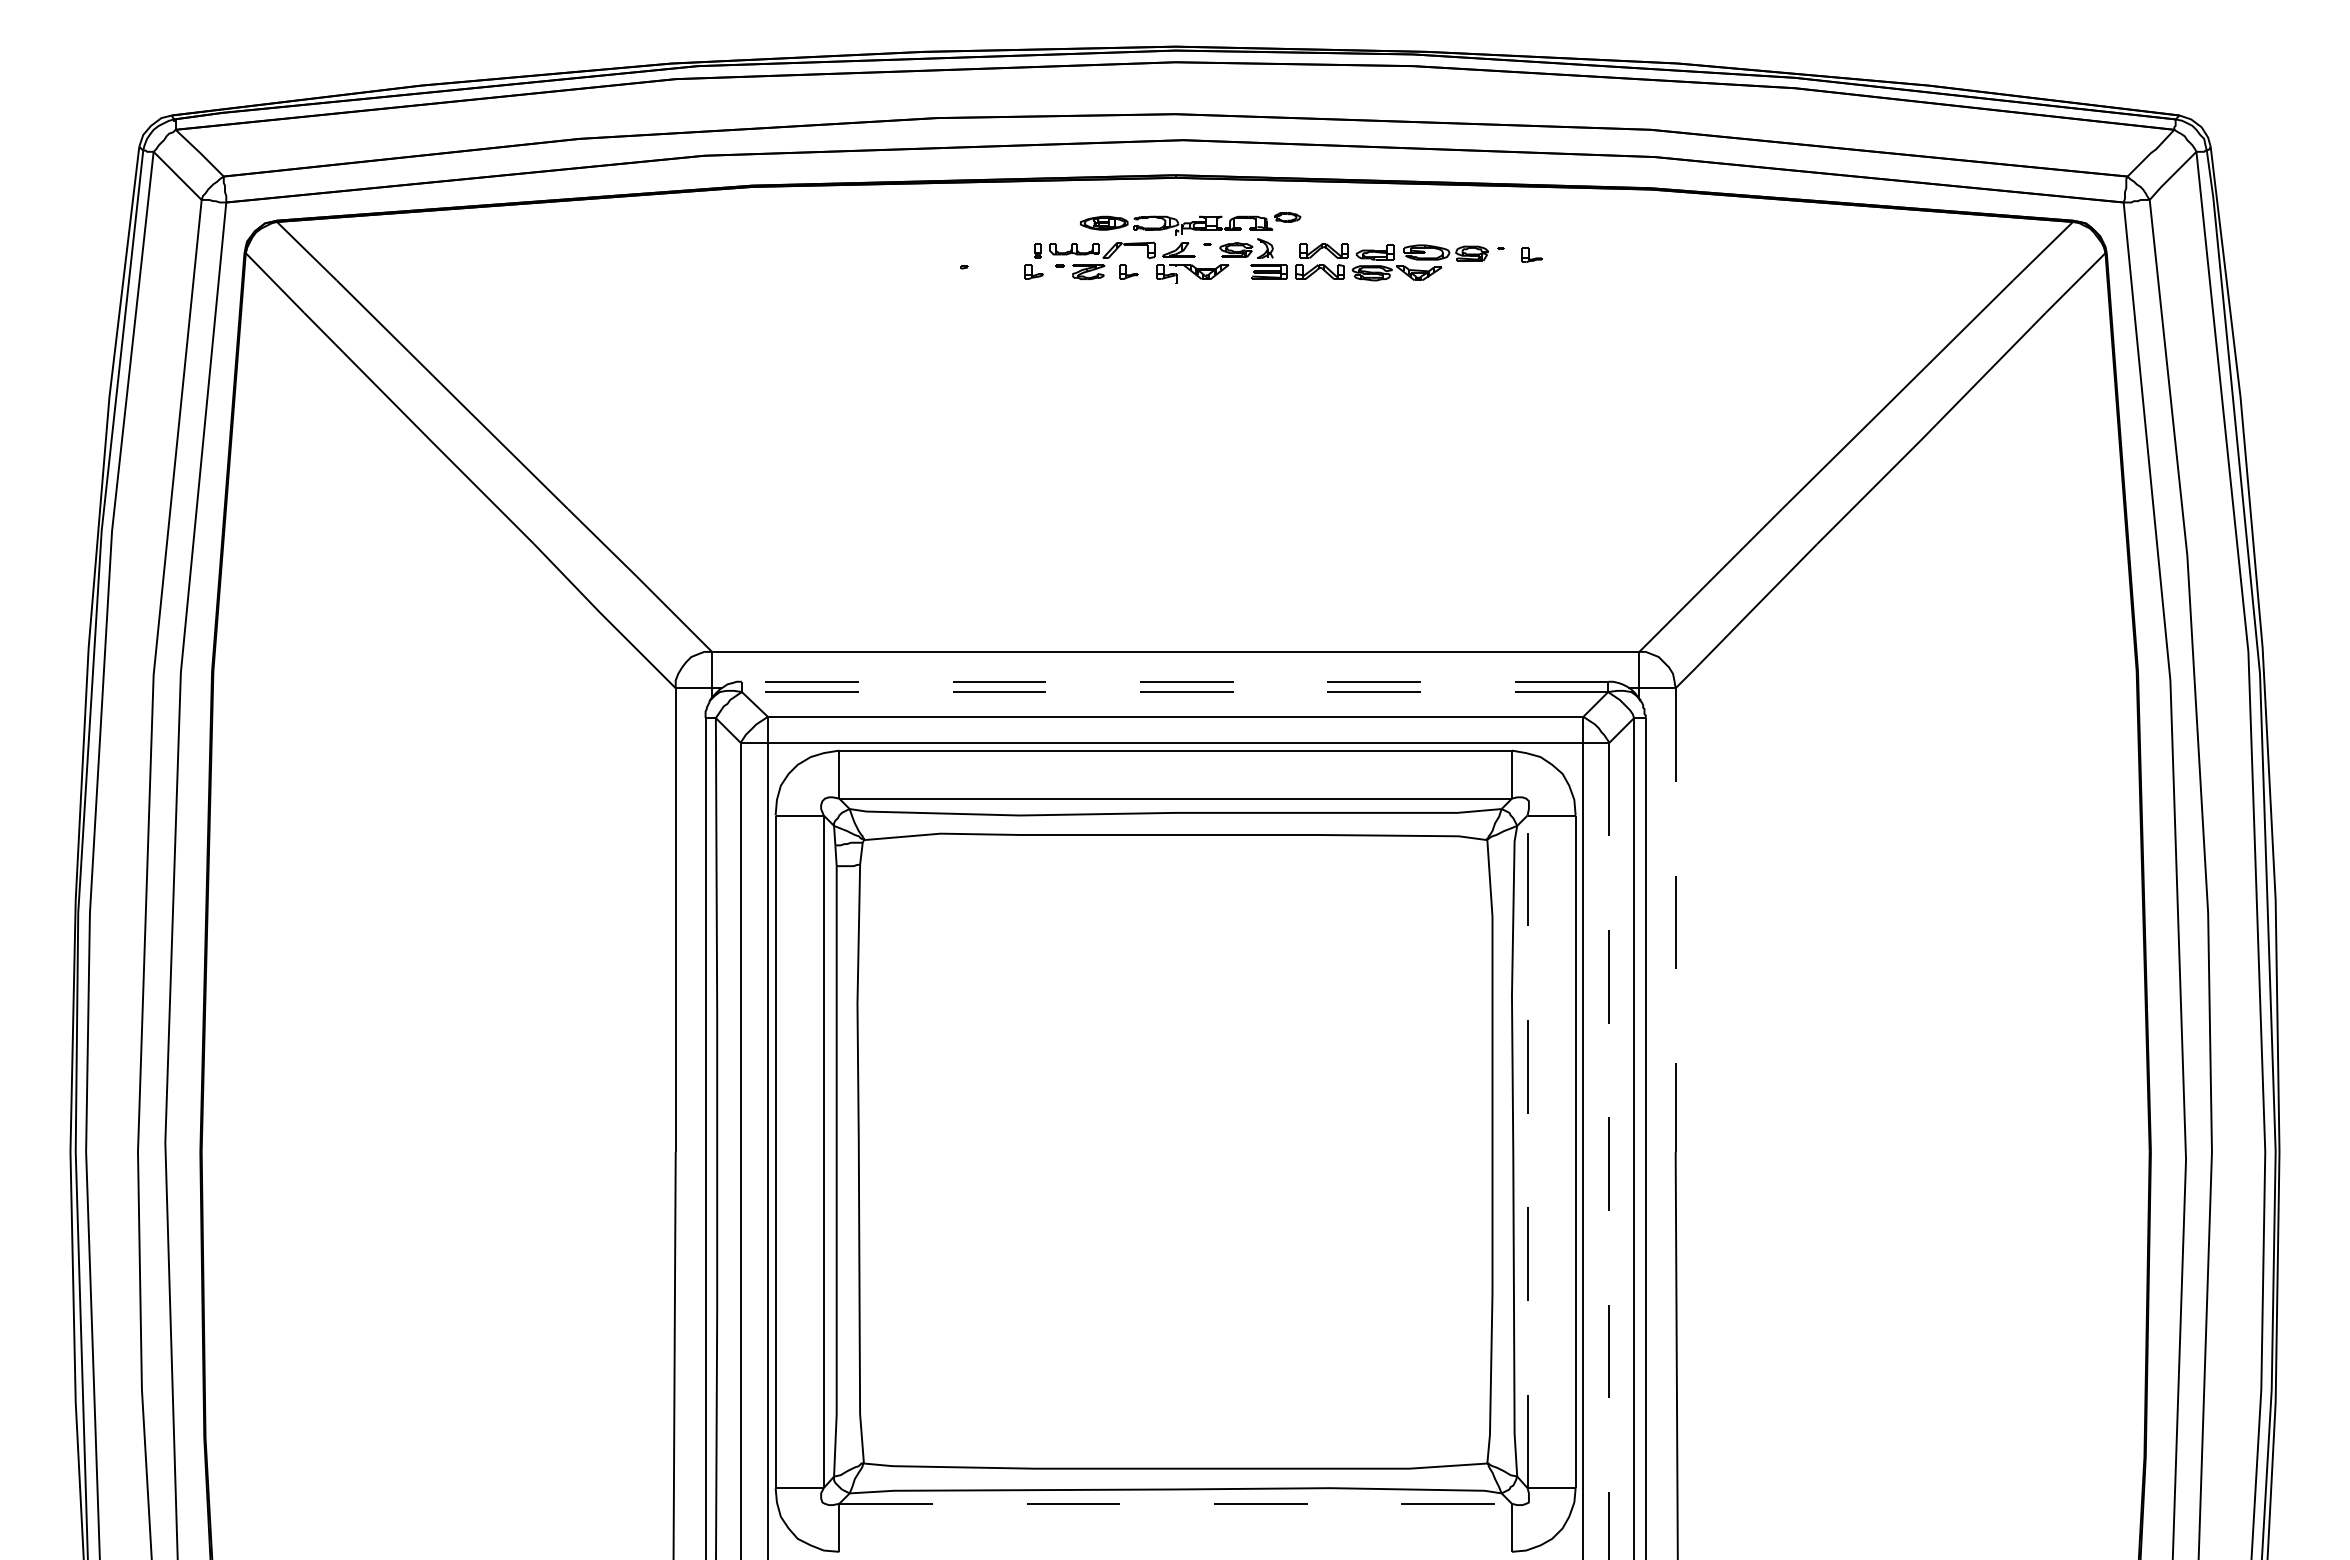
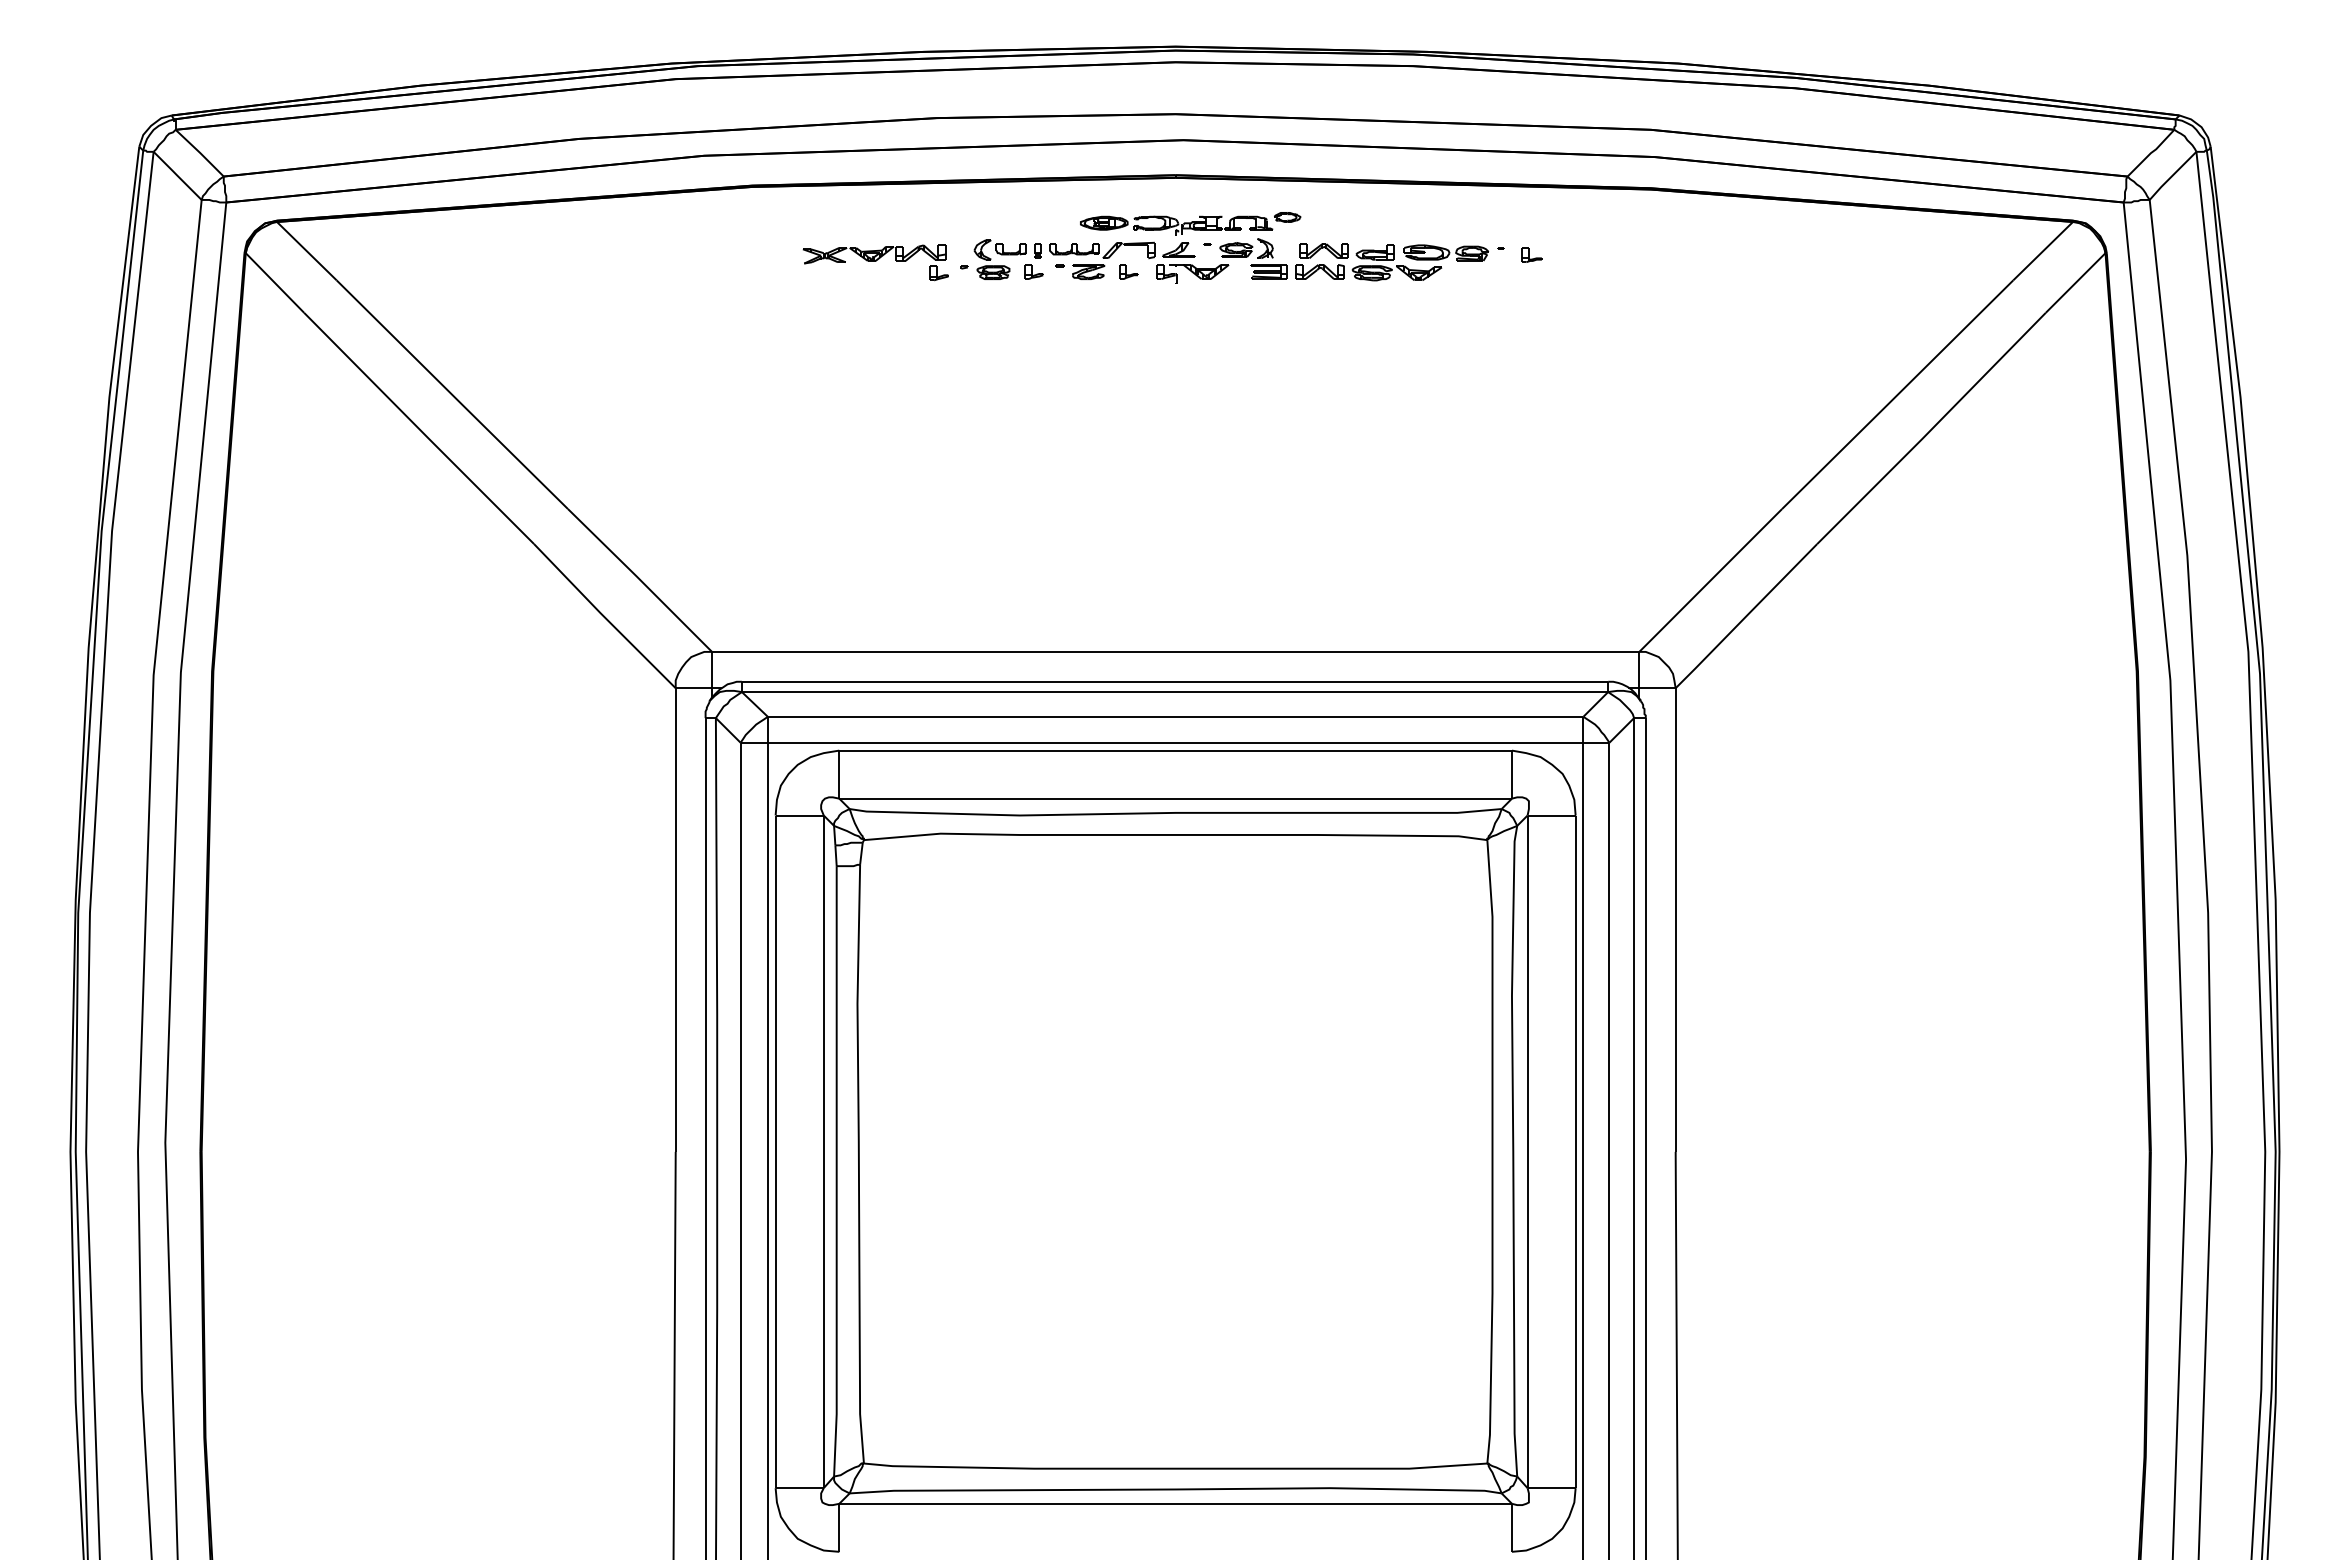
part at (999, 259): none -> present
part at (875, 262): none -> present
line at (1174, 681): dashed -> solid
line at (1174, 692): dashed -> solid
line at (1675, 919): dashed -> solid
line at (1527, 1151): dashed -> solid
line at (1609, 1151): dashed -> solid
line at (1176, 1503): dashed -> solid
